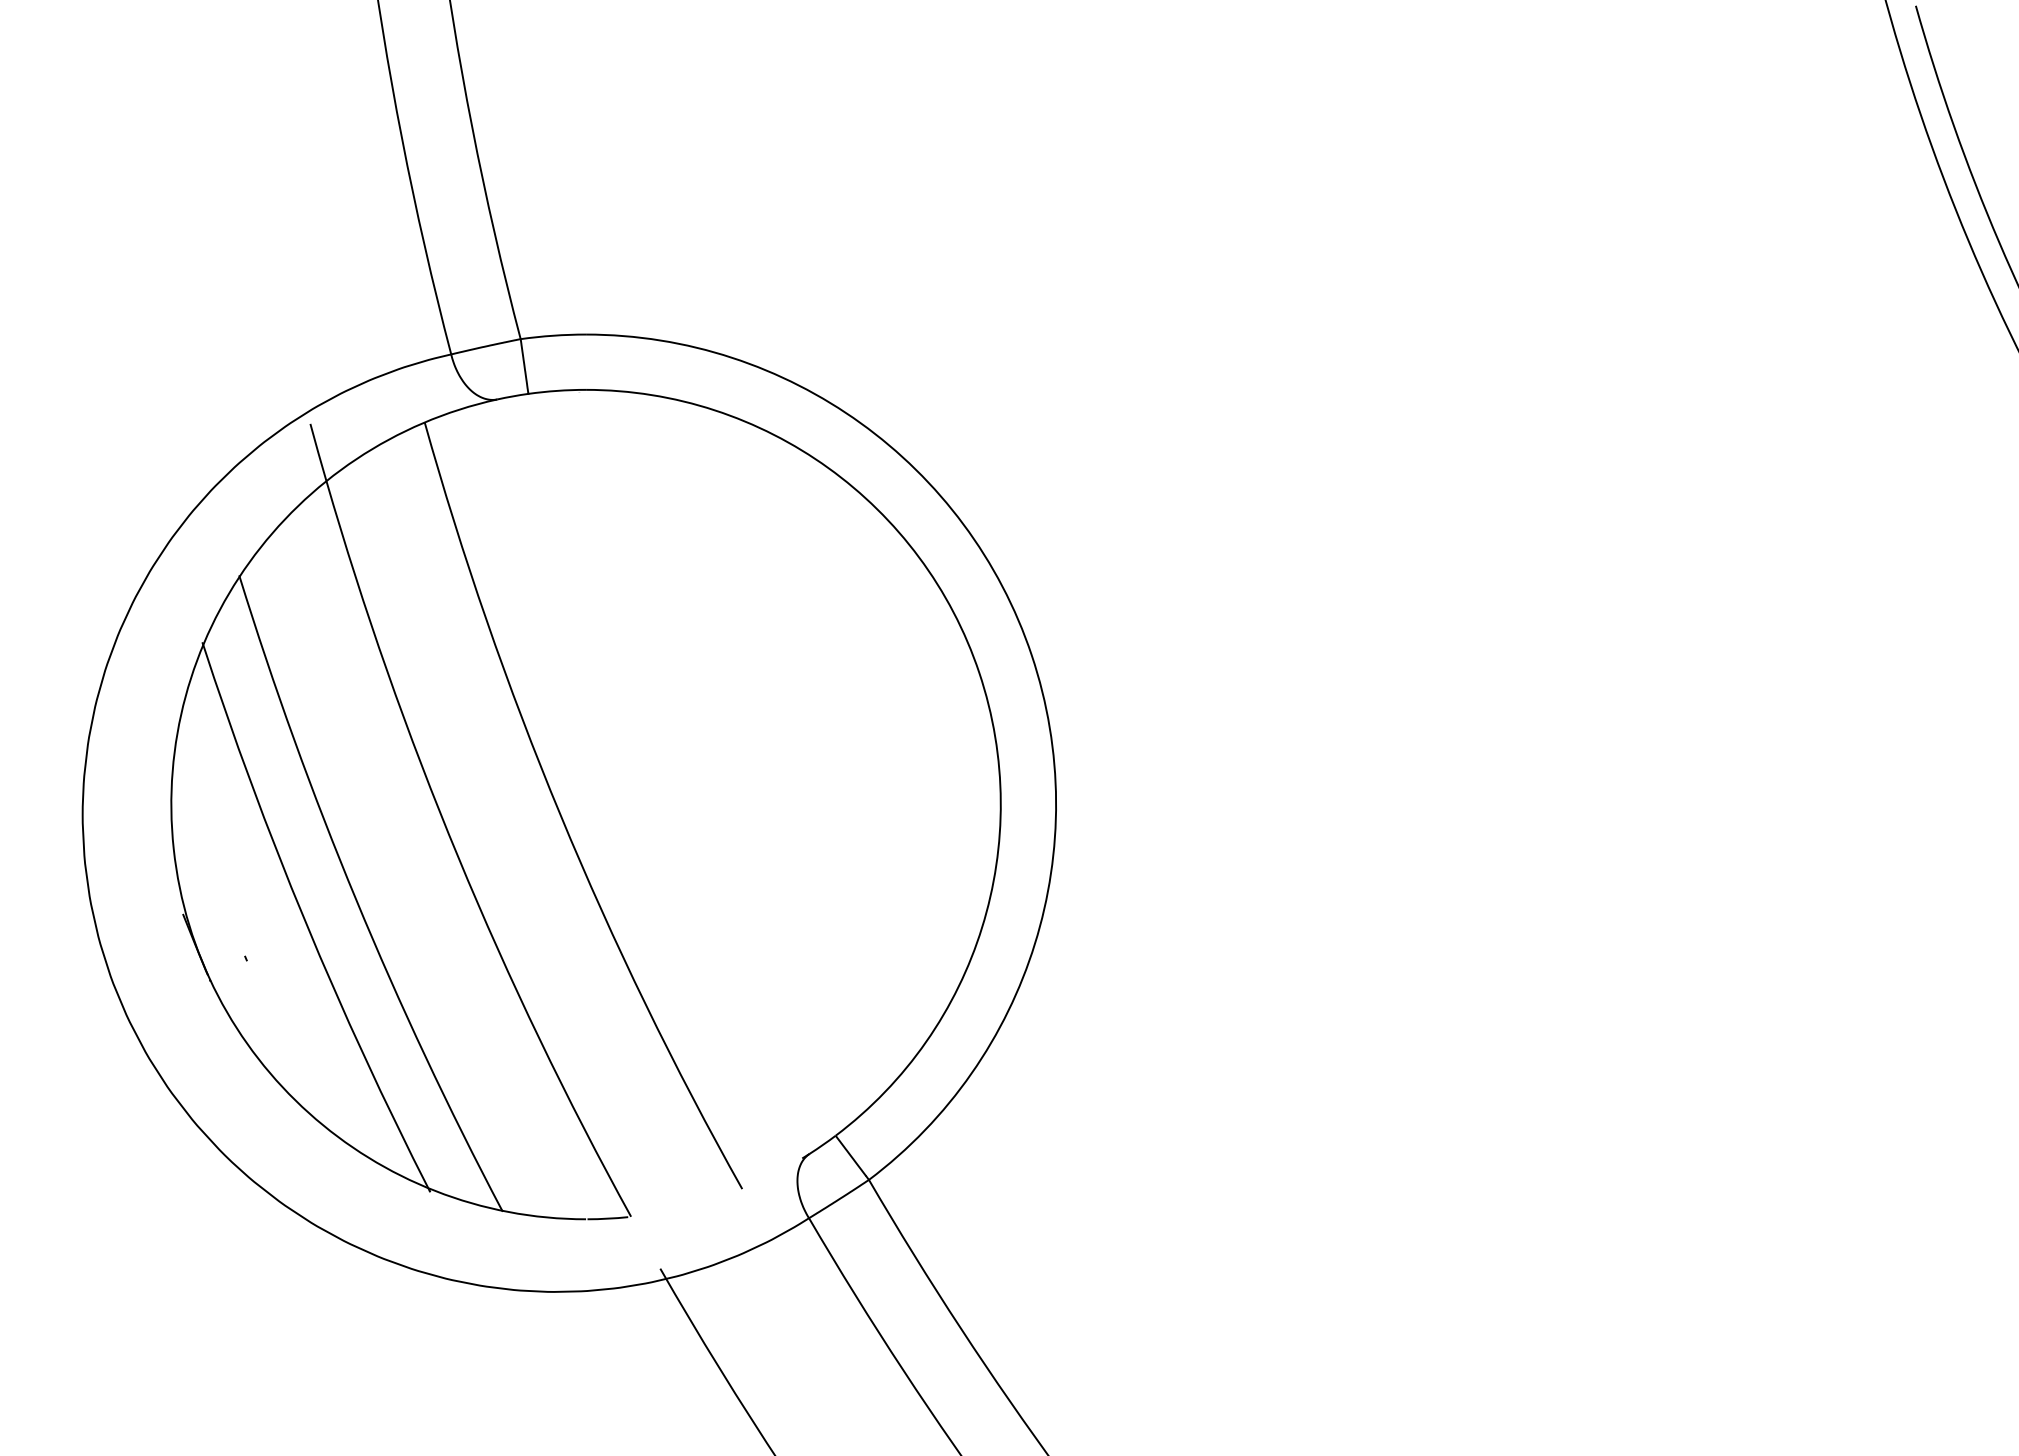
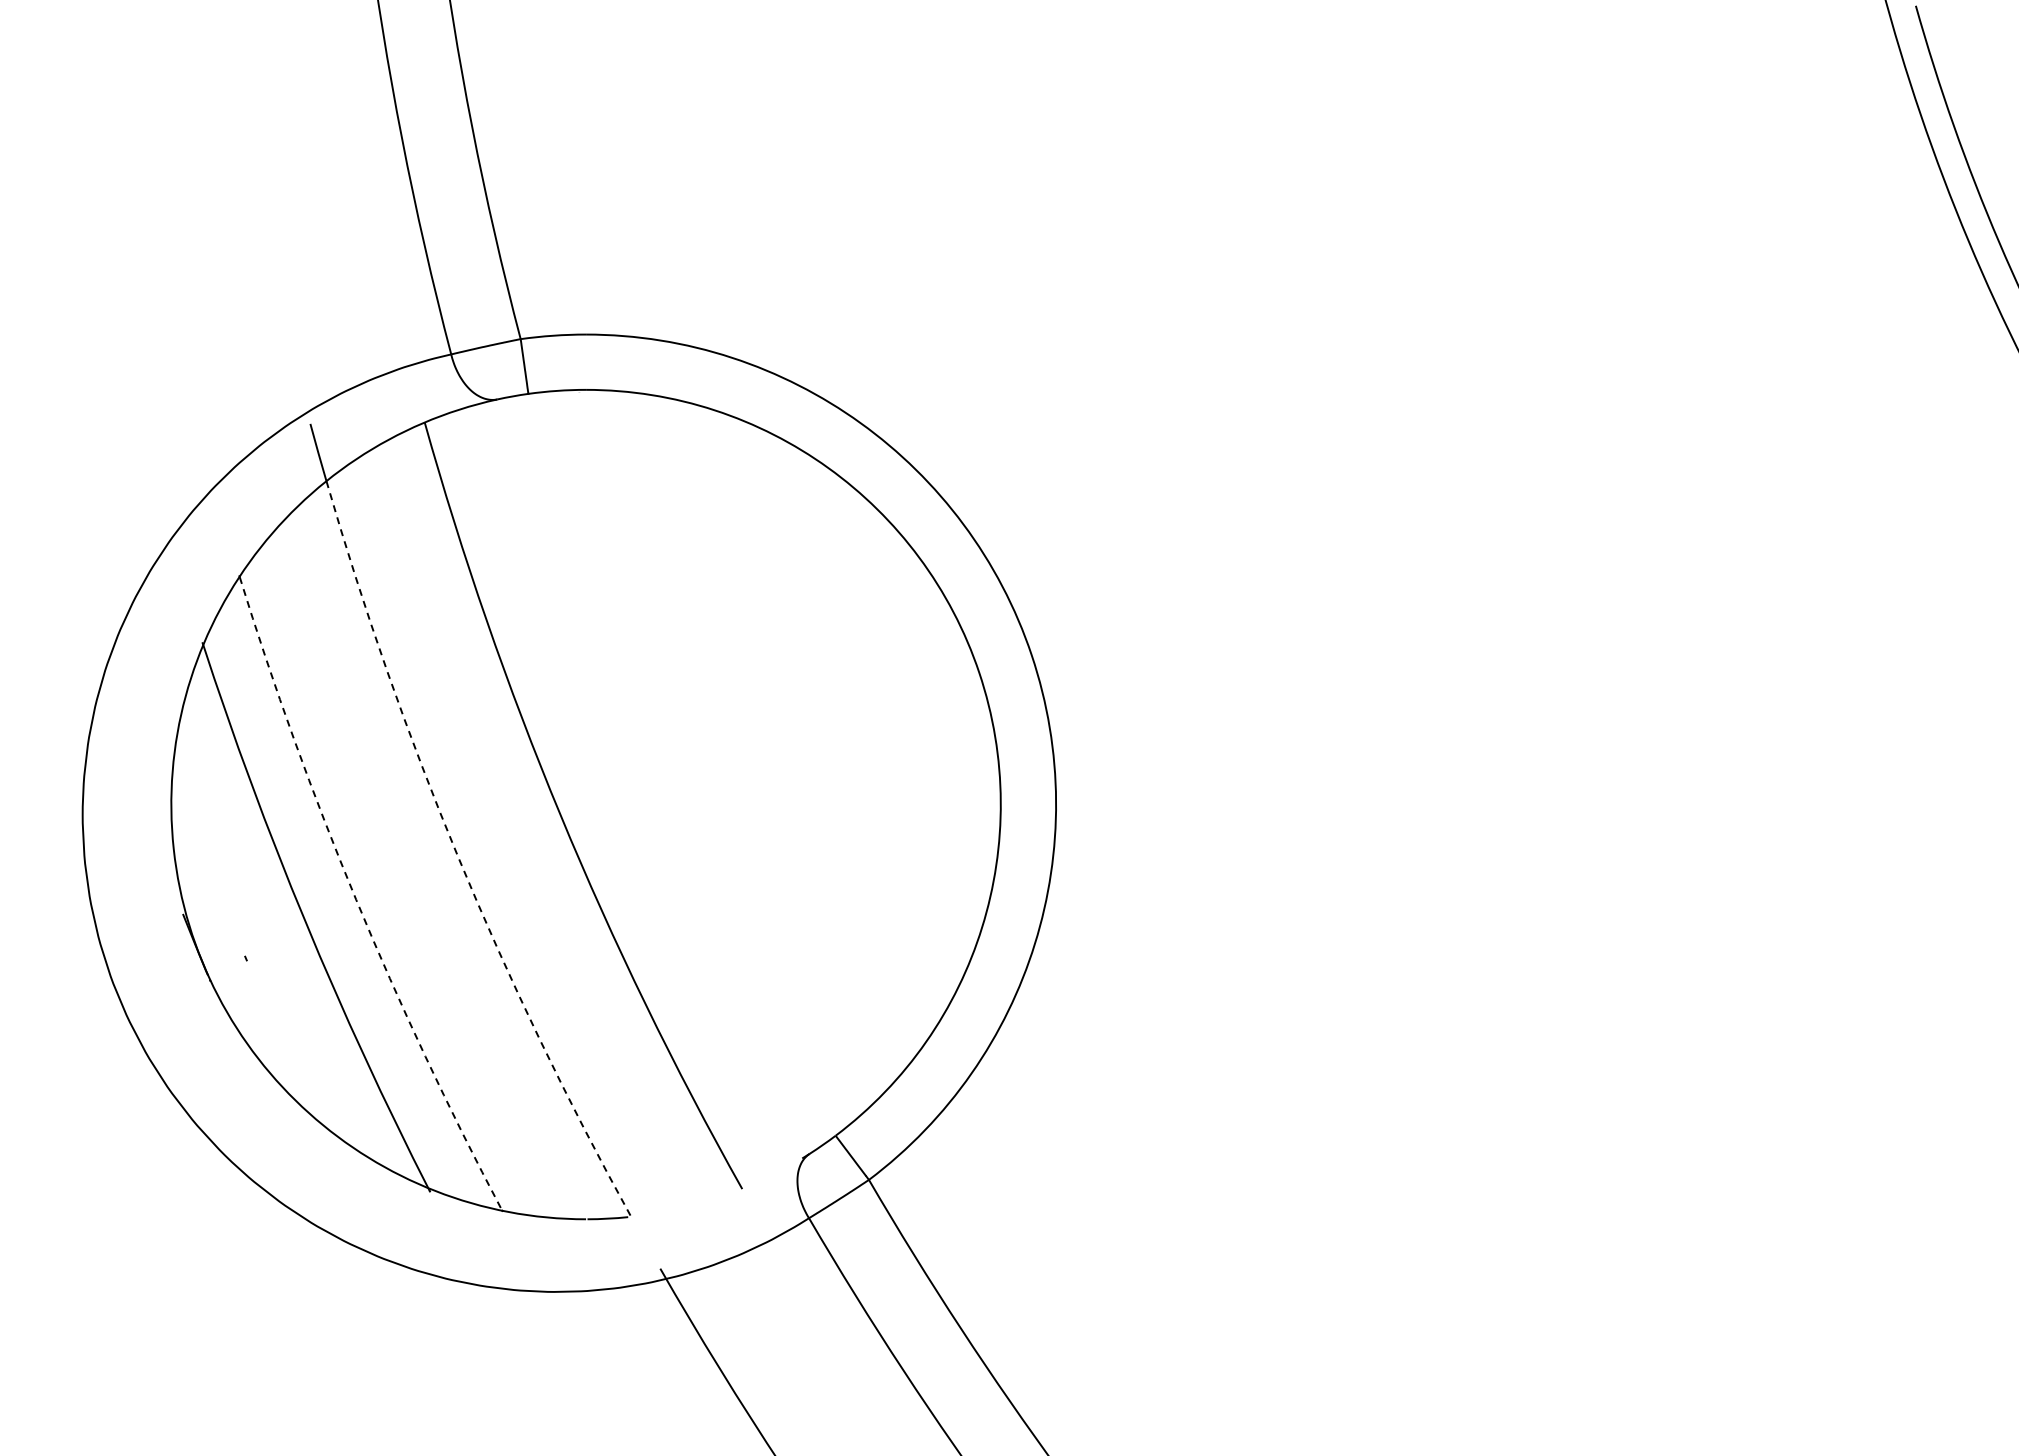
arc at (458, 857): solid -> dashed
arc at (356, 899): solid -> dashed
